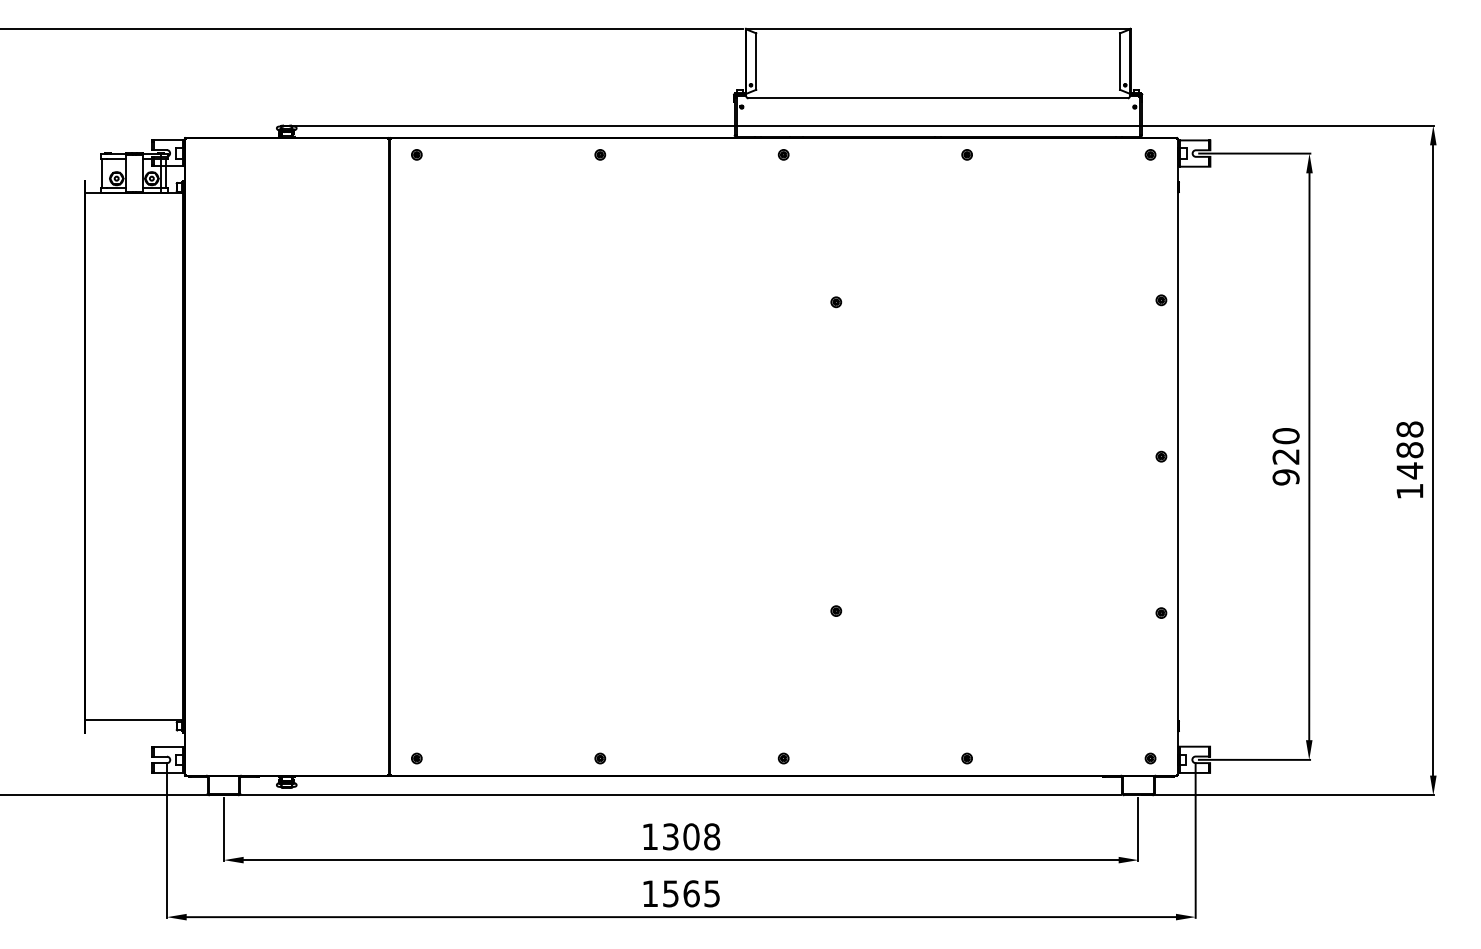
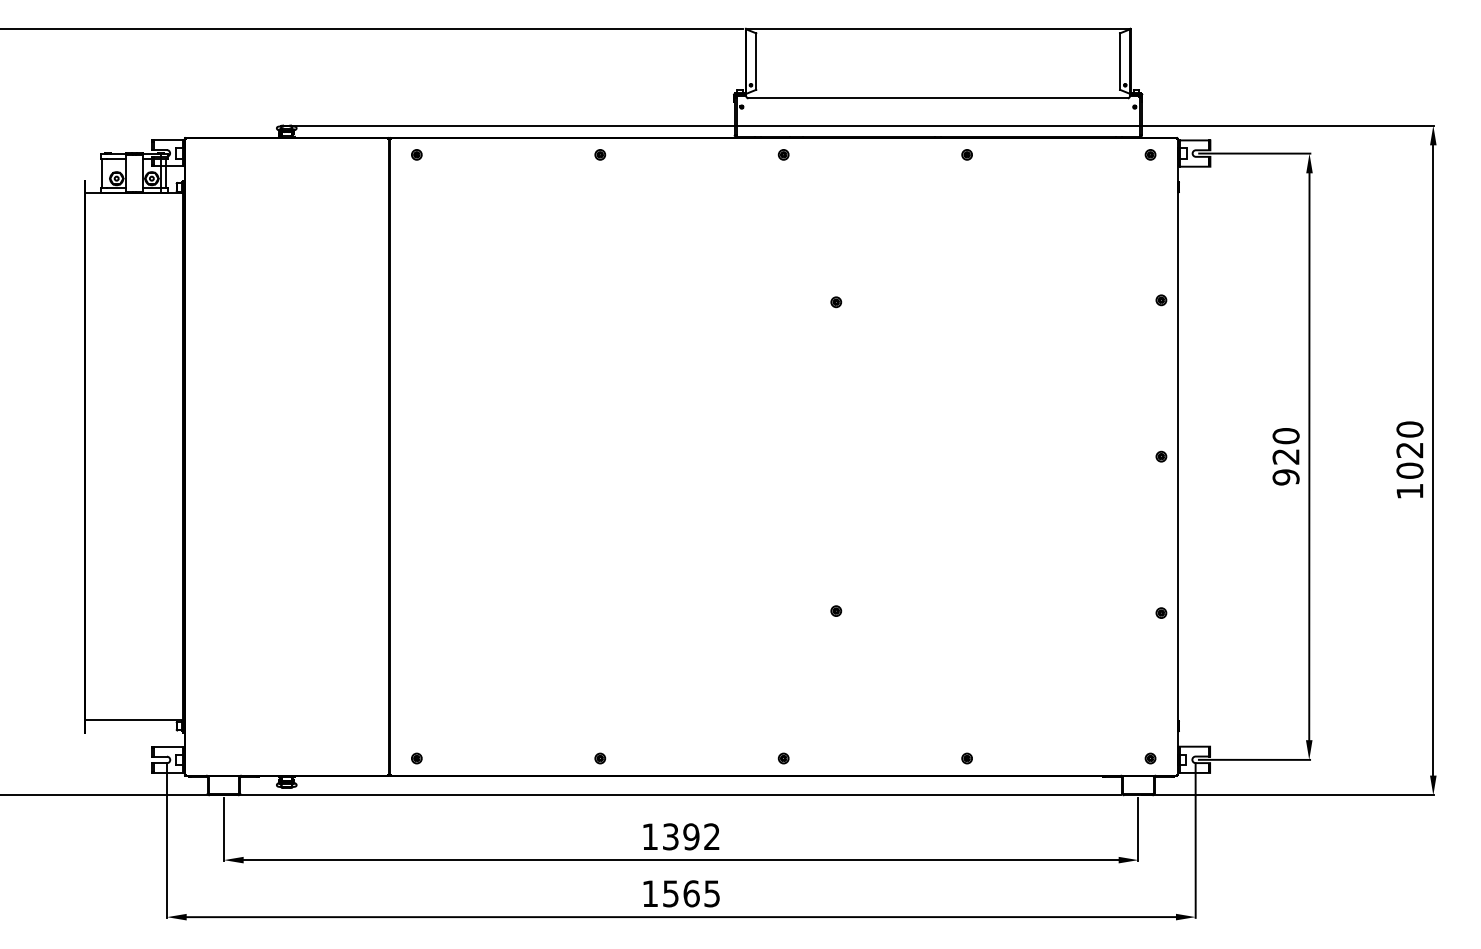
text at (1409, 450): 1488 -> 1020
text at (701, 836): 1308 -> 1392
